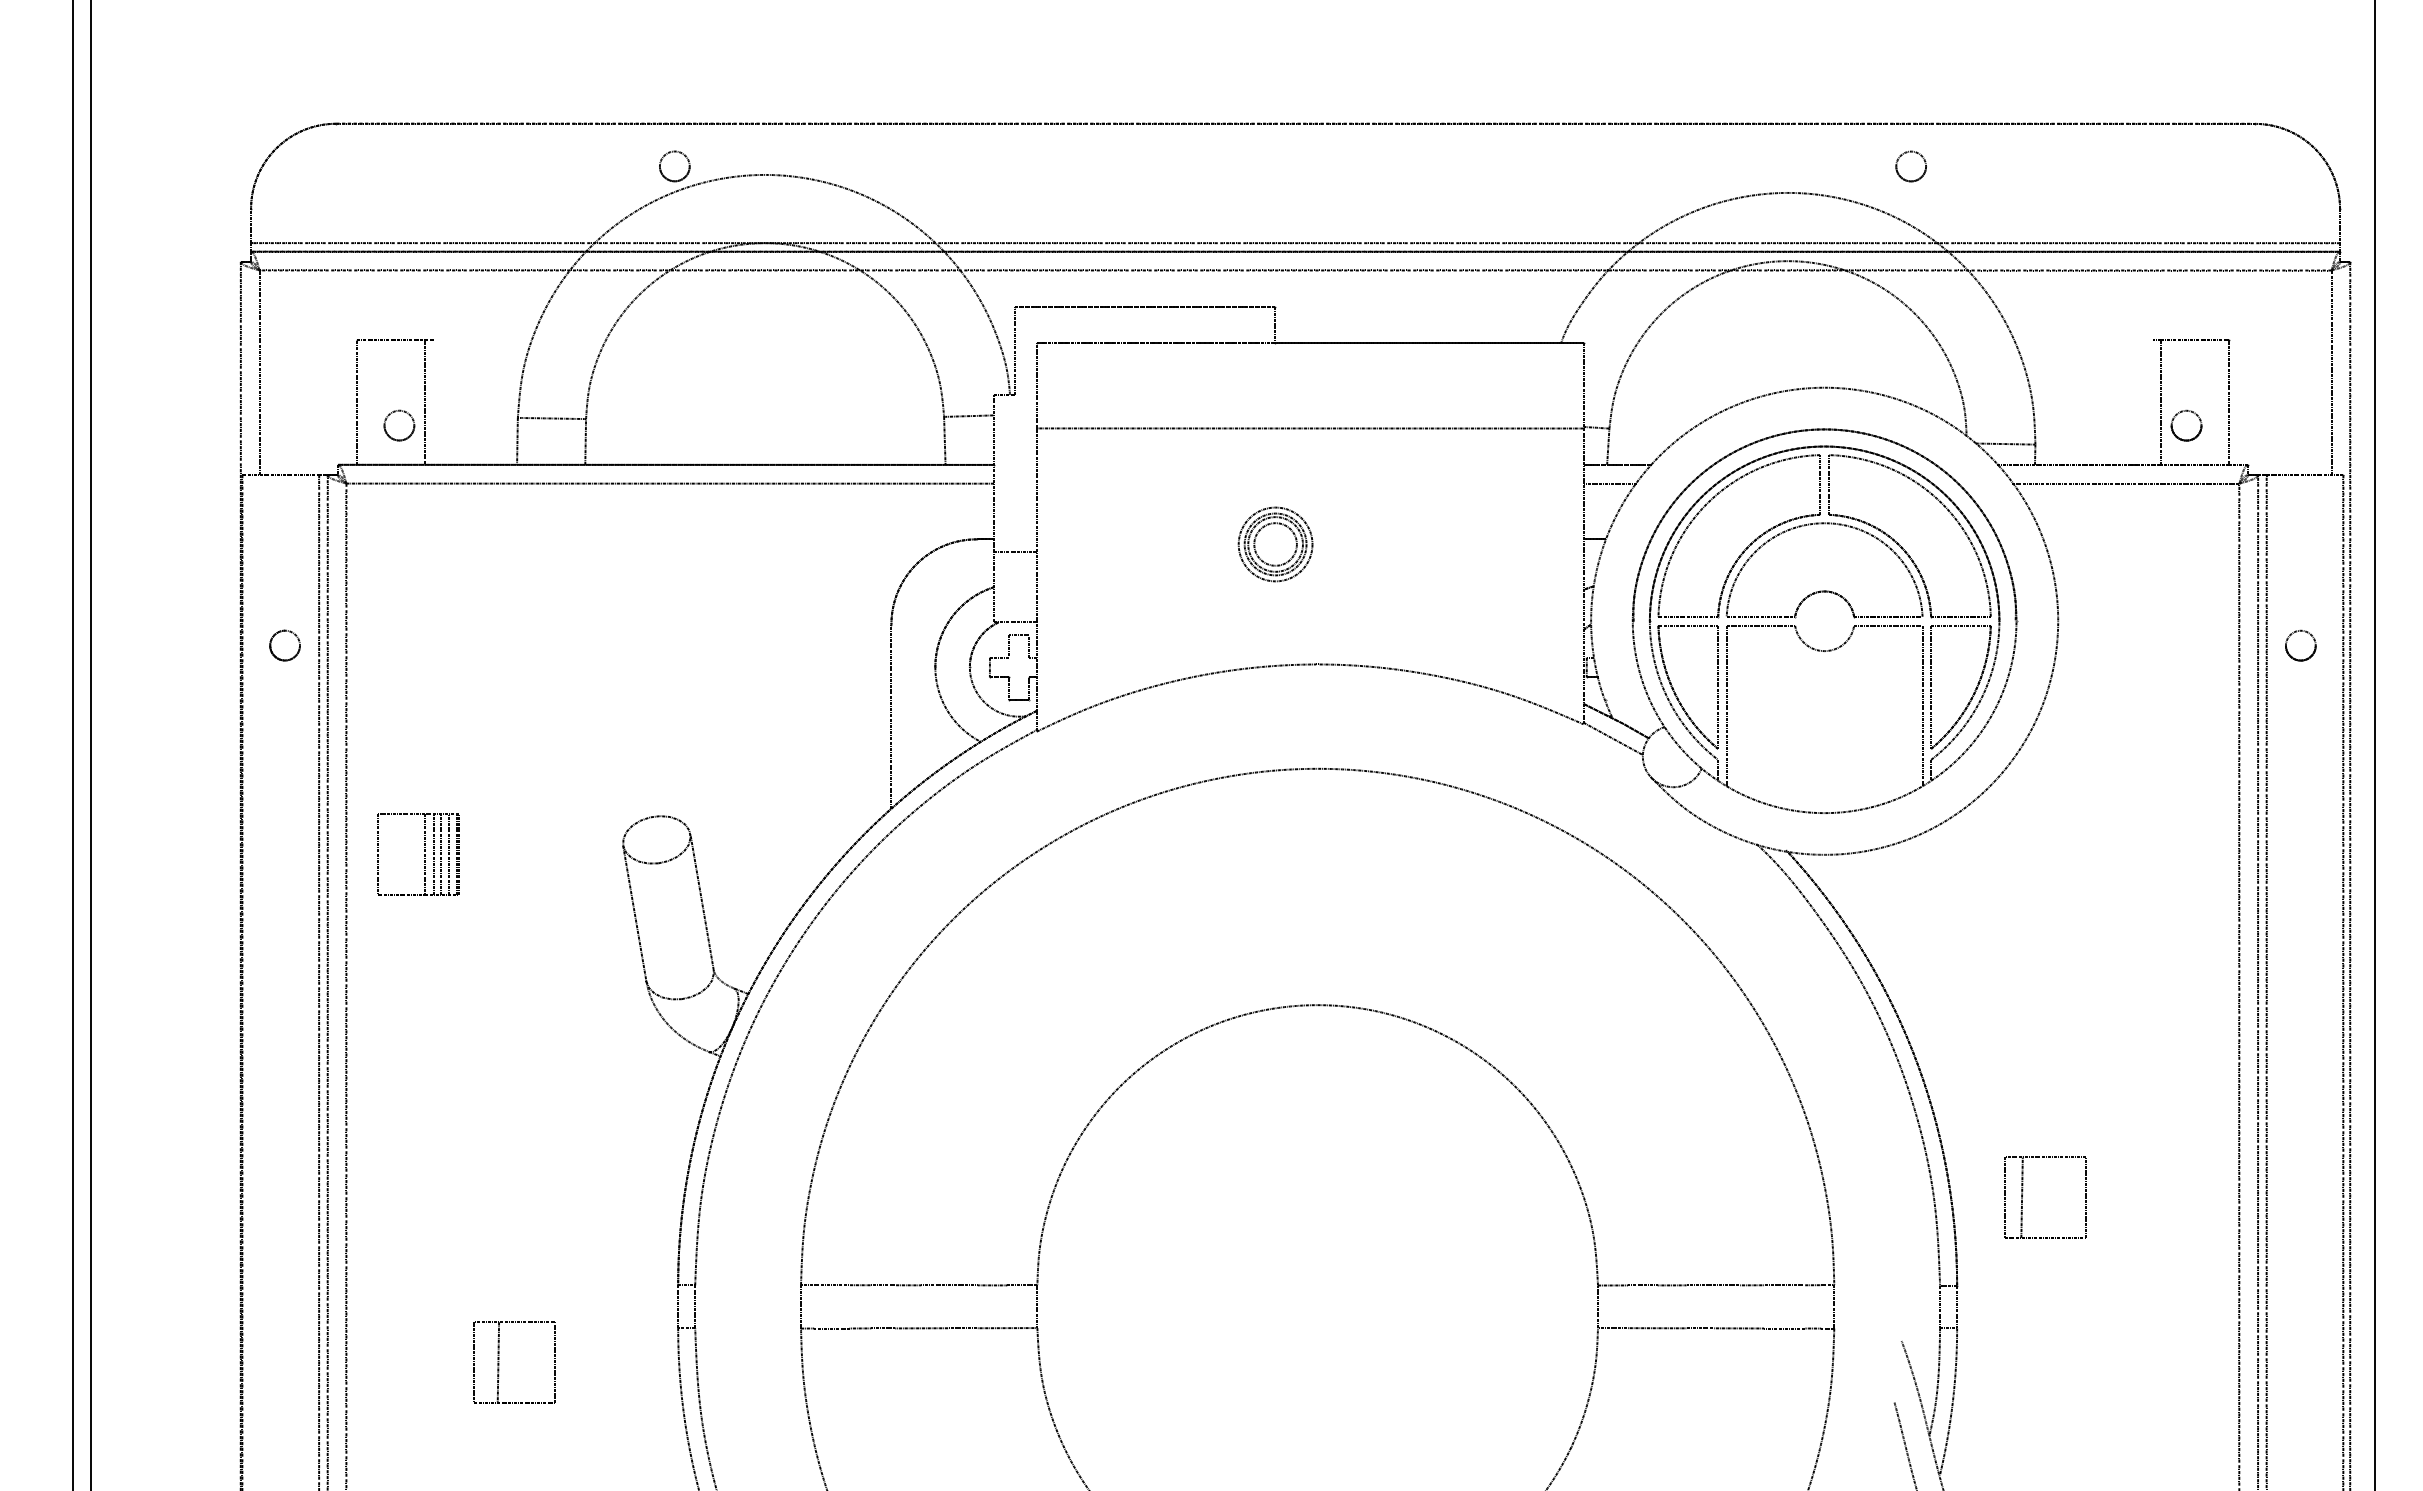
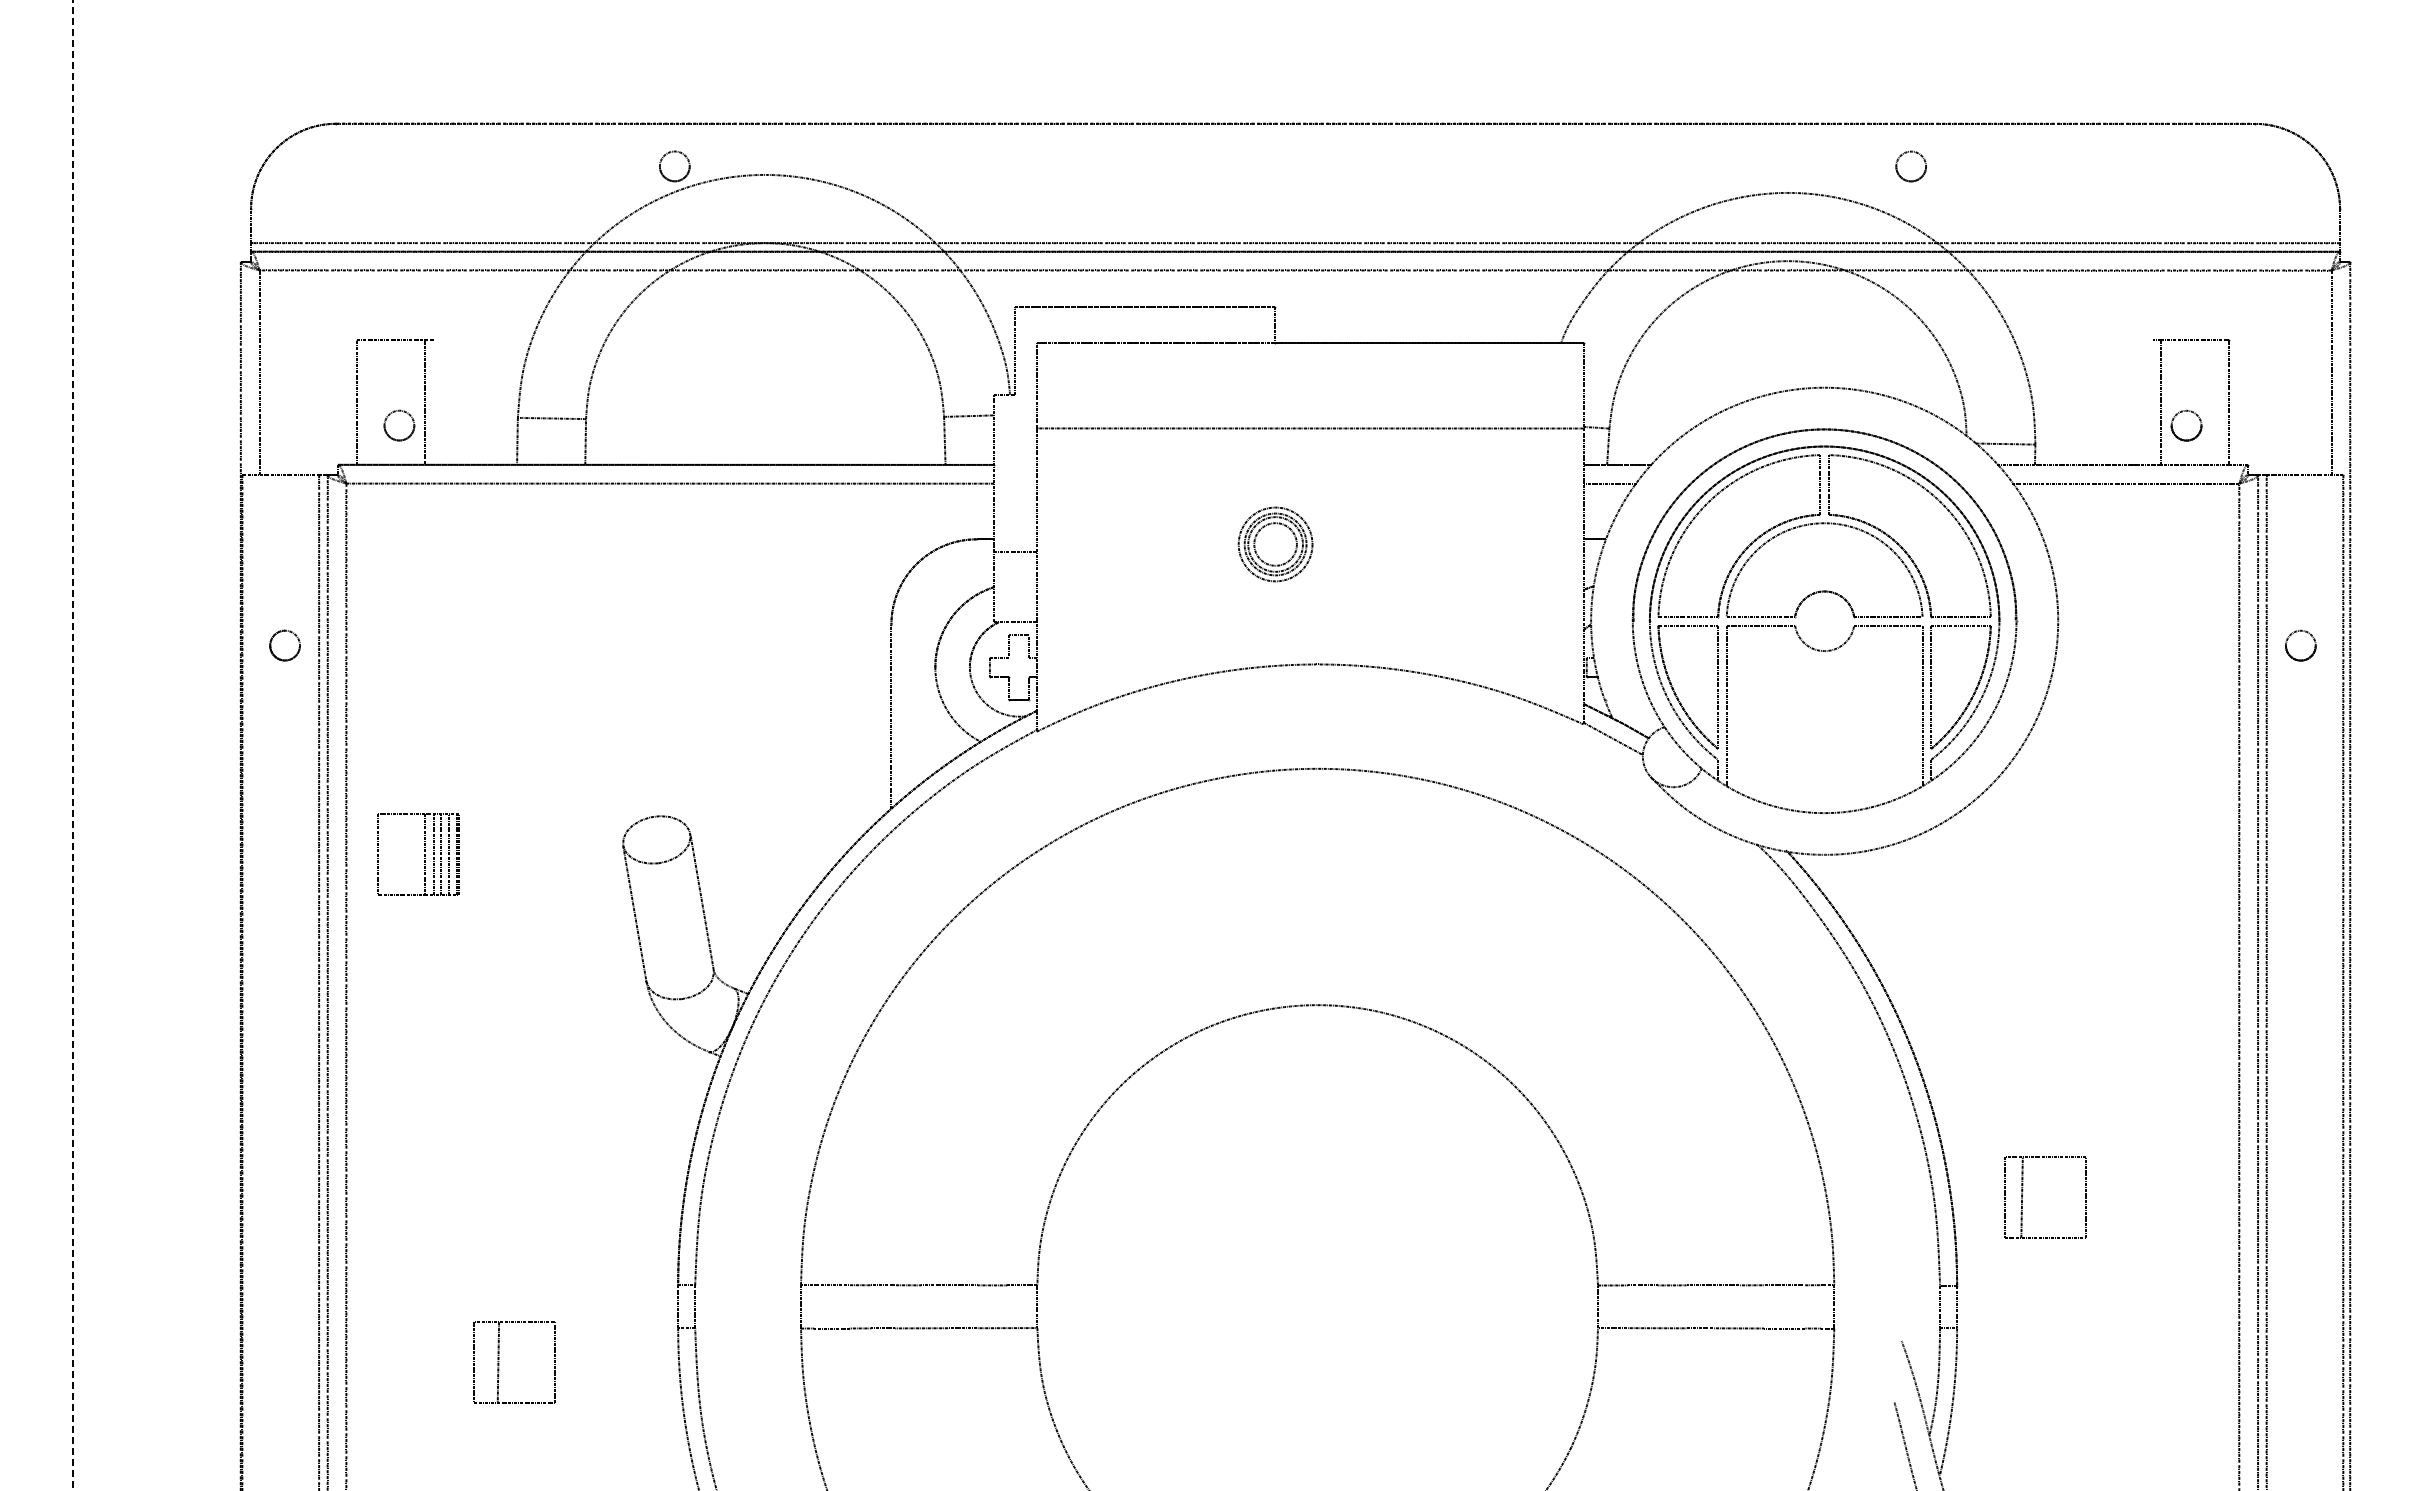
line at (91, 744): present -> none
line at (2374, 744): present -> none
line at (72, 745): solid -> dashed
